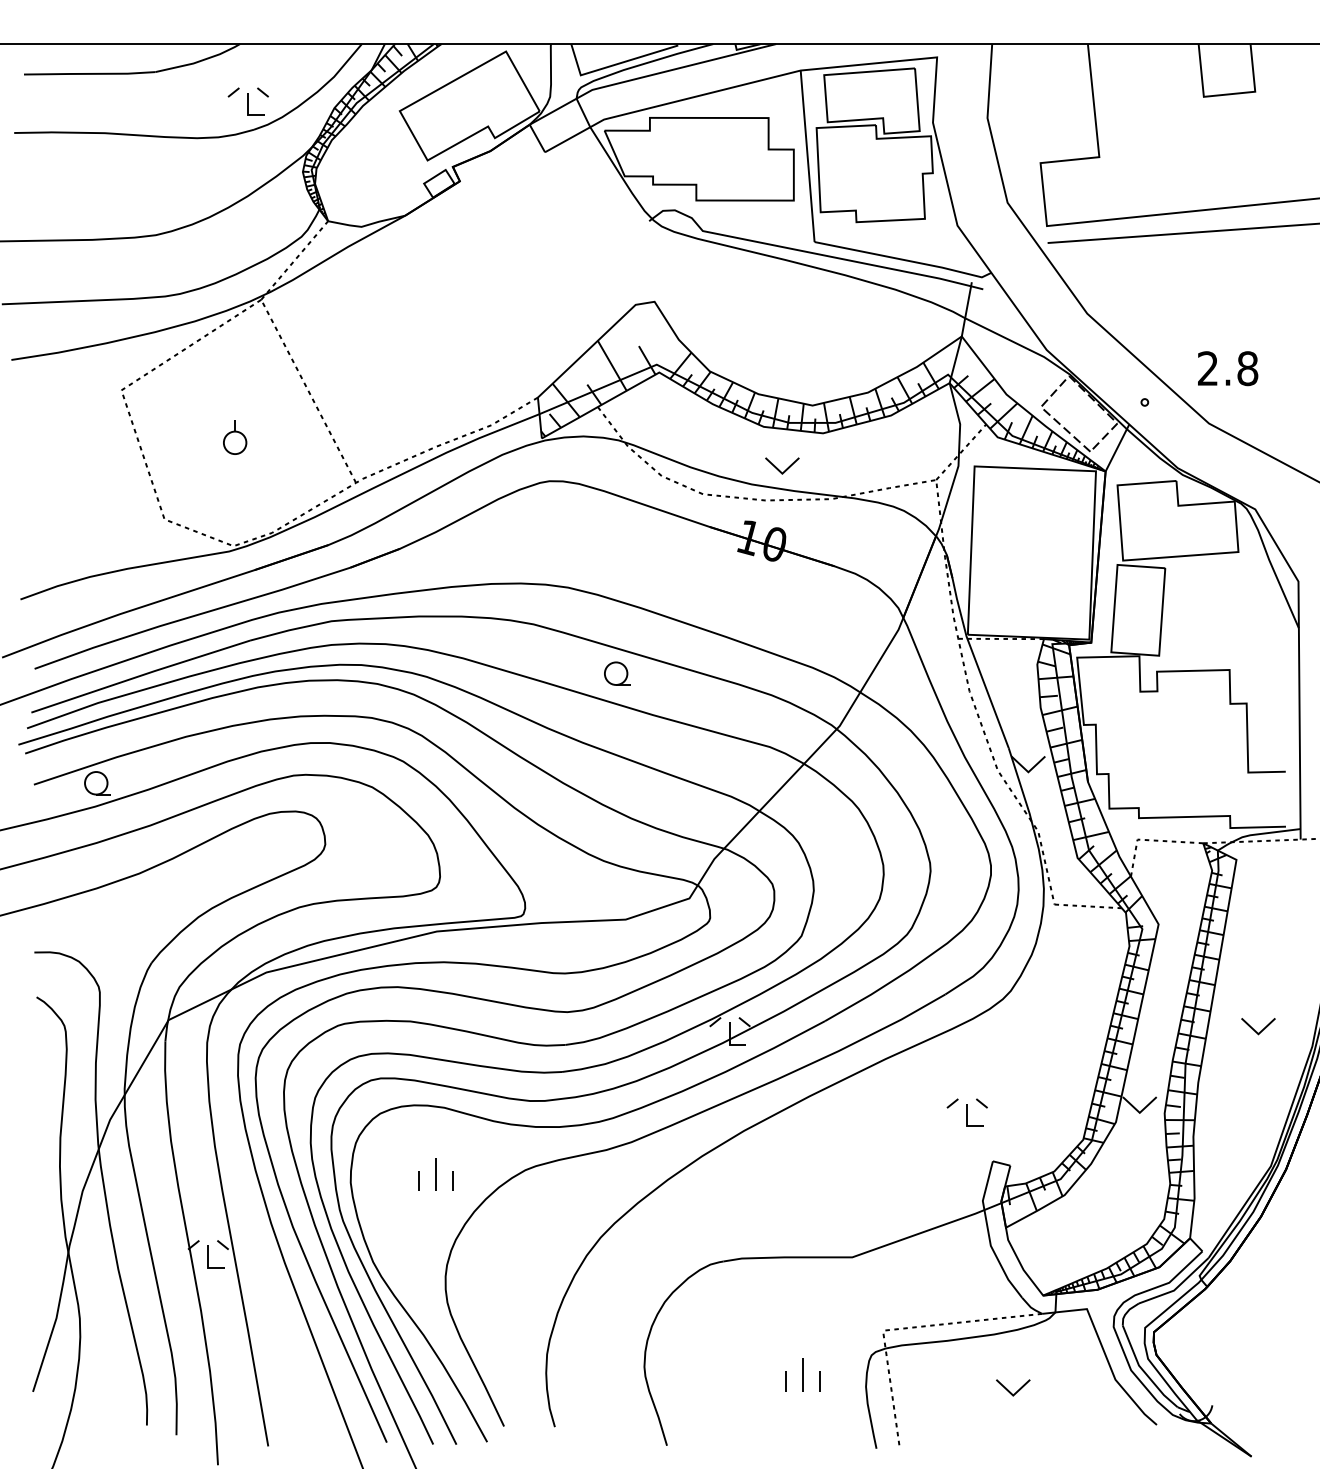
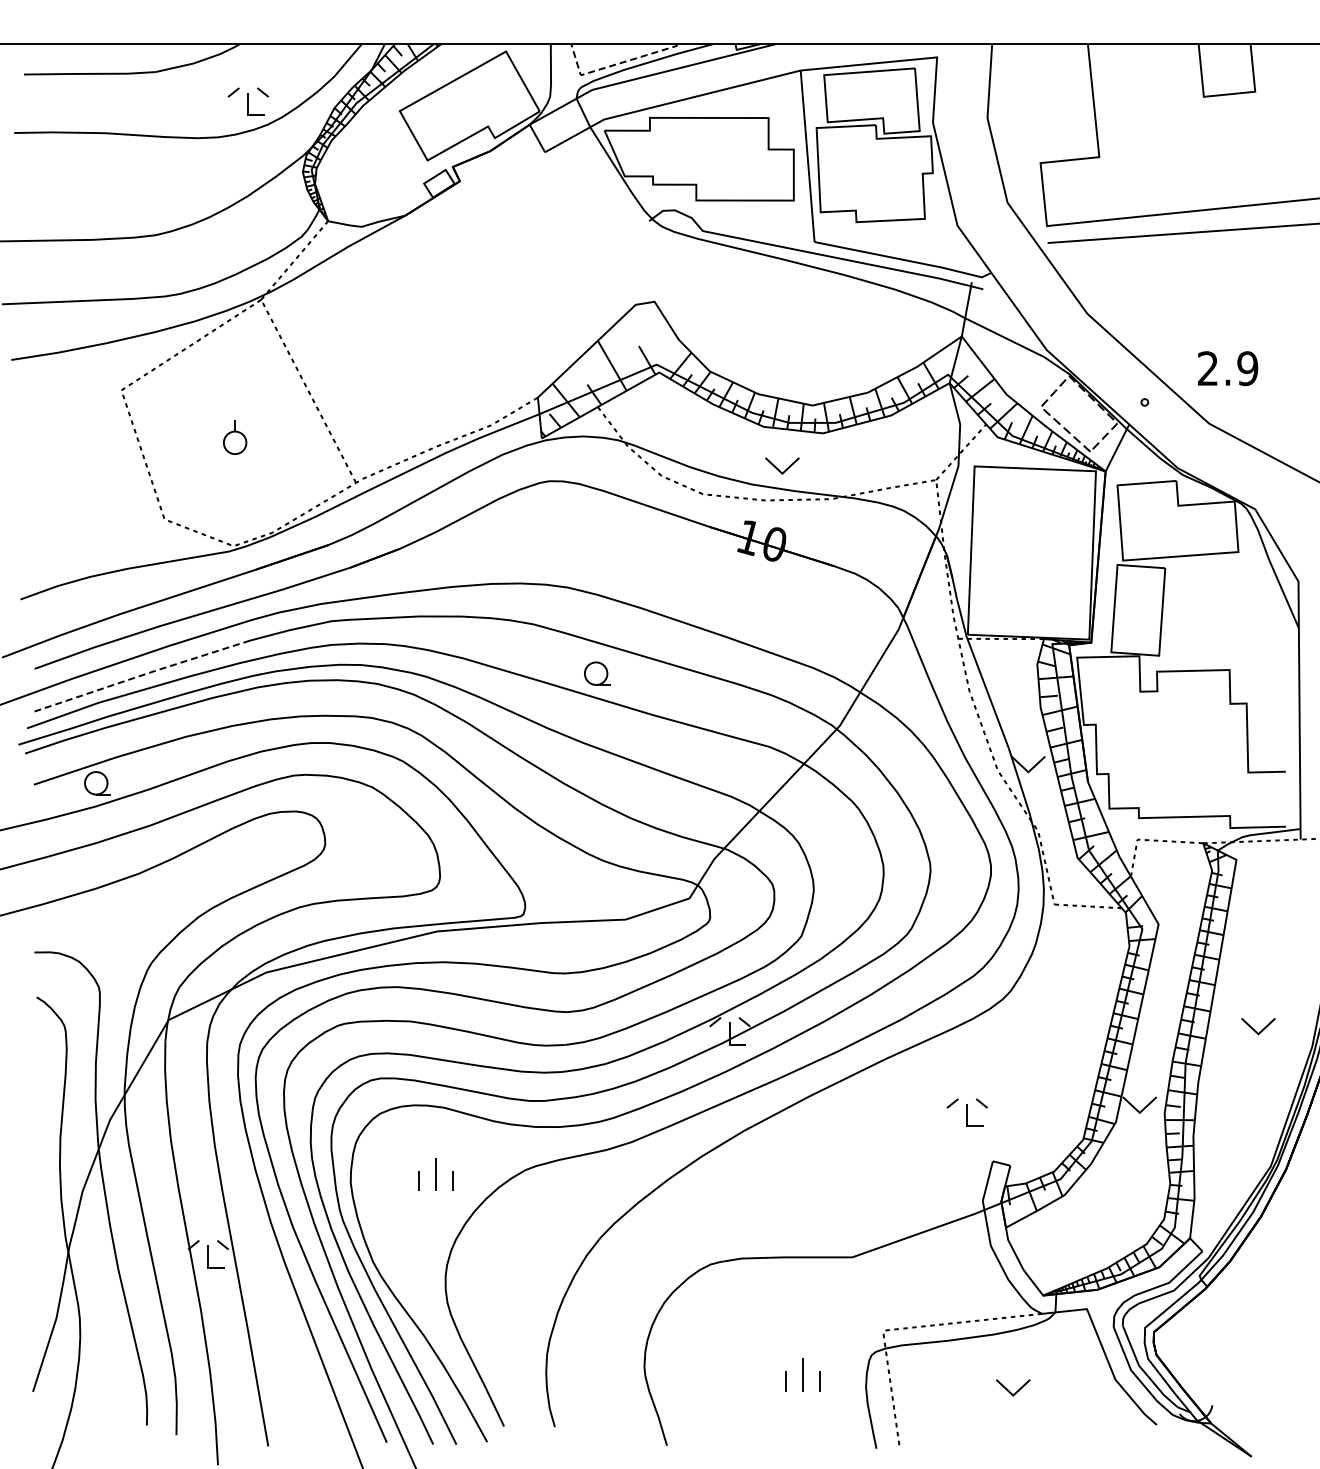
line at (614, 65): solid -> dashed
text at (1247, 368): 2.8 -> 2.9
part at (617, 673) position: (617, 673) -> (597, 673)
line at (140, 675): solid -> dashed
